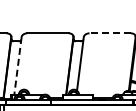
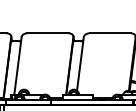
line at (110, 33): dashed -> solid
line at (17, 66): dashed -> solid
